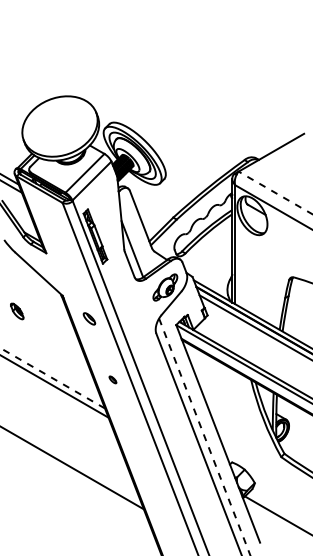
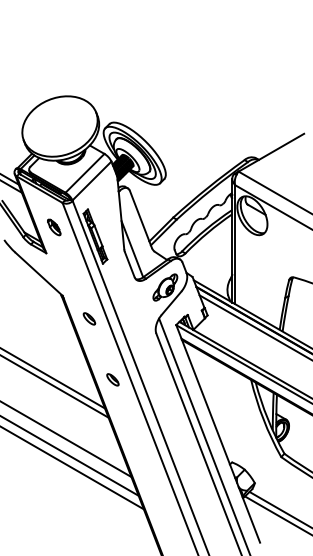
line at (275, 193): dashed -> solid
part at (17, 311) position: (17, 311) -> (54, 227)
line at (52, 378): dashed -> solid
part at (112, 379) size: 10x10 px -> 14x14 px
line at (204, 436): dashed -> solid
line at (66, 439): none -> present
line at (70, 456): none -> present
line at (279, 508): none -> present
